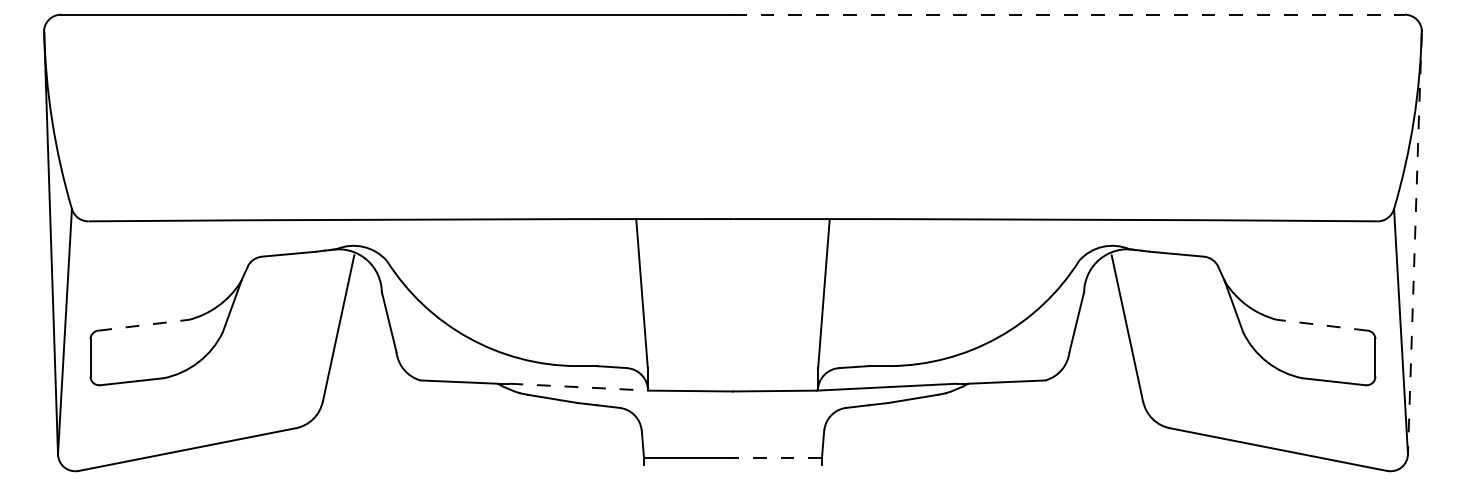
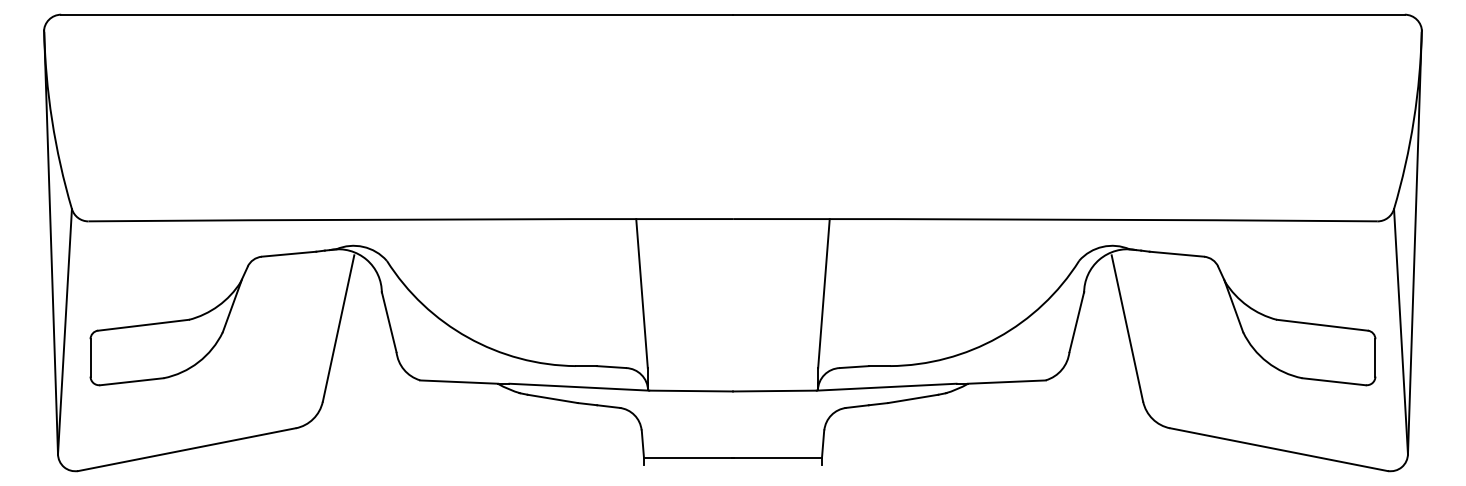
line at (1068, 14): dashed -> solid
line at (1414, 244): dashed -> solid
line at (143, 325): dashed -> solid
line at (1322, 325): dashed -> solid
line at (579, 387): dashed -> solid
line at (777, 457): dashed -> solid
